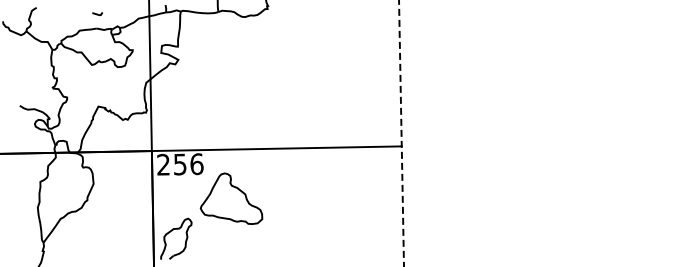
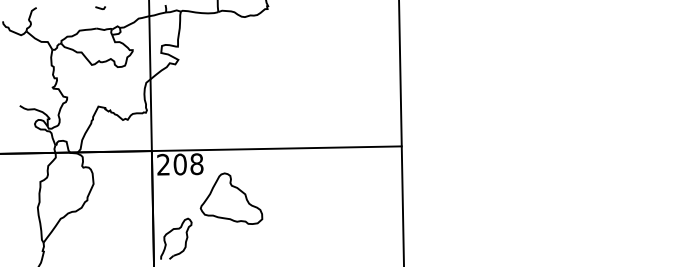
line at (97, 13) position: (97, 13) -> (100, 7)
line at (401, 133): dashed -> solid
text at (188, 164): 256 -> 208
